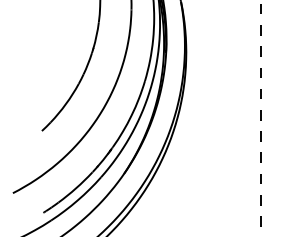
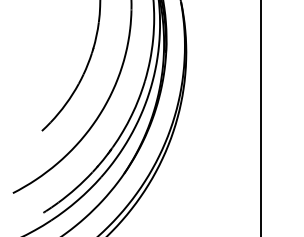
line at (260, 118): dashed -> solid
